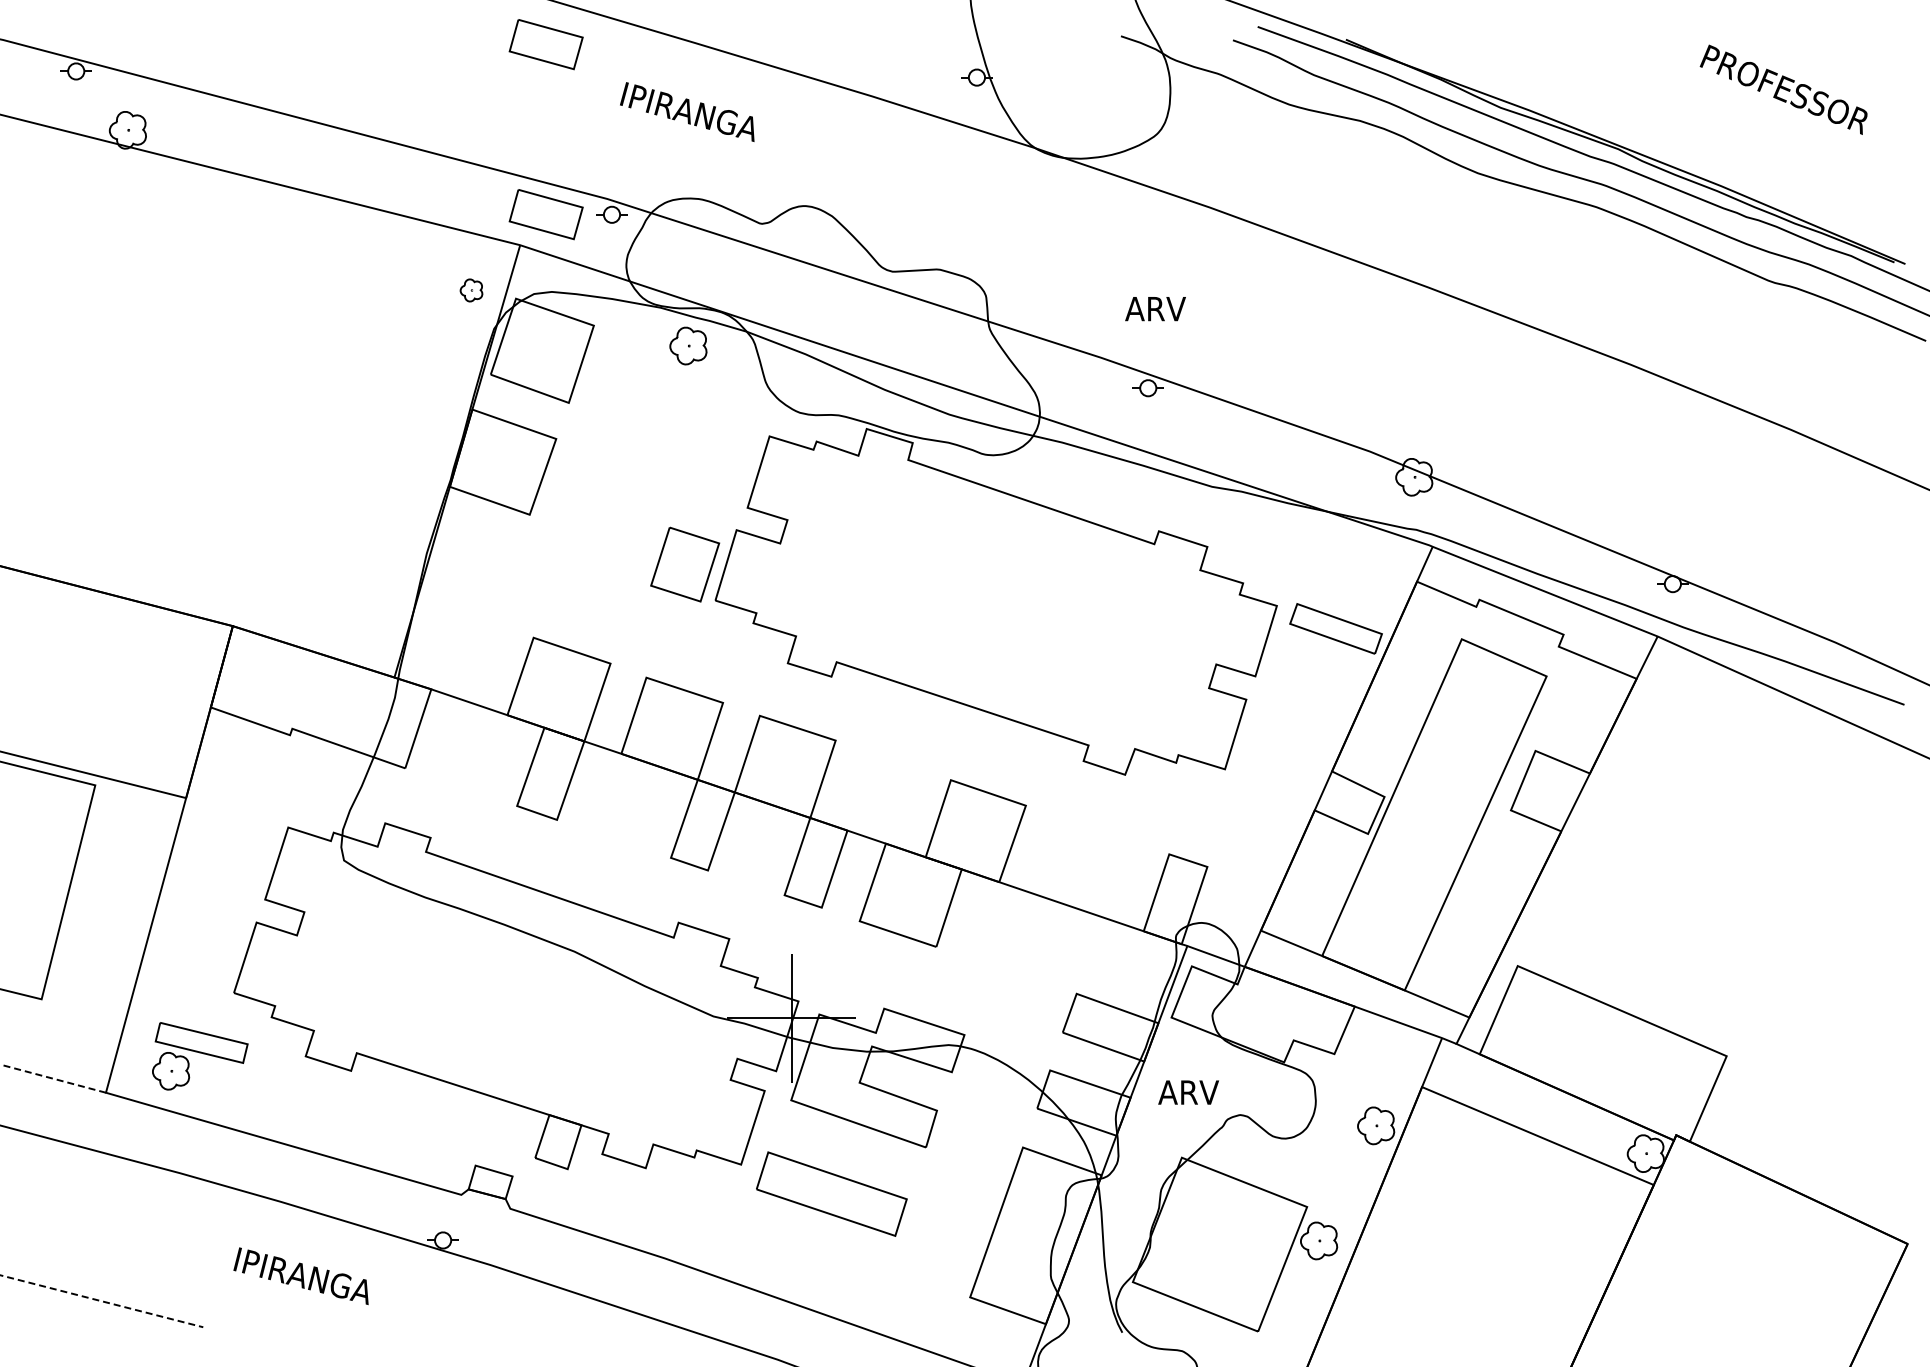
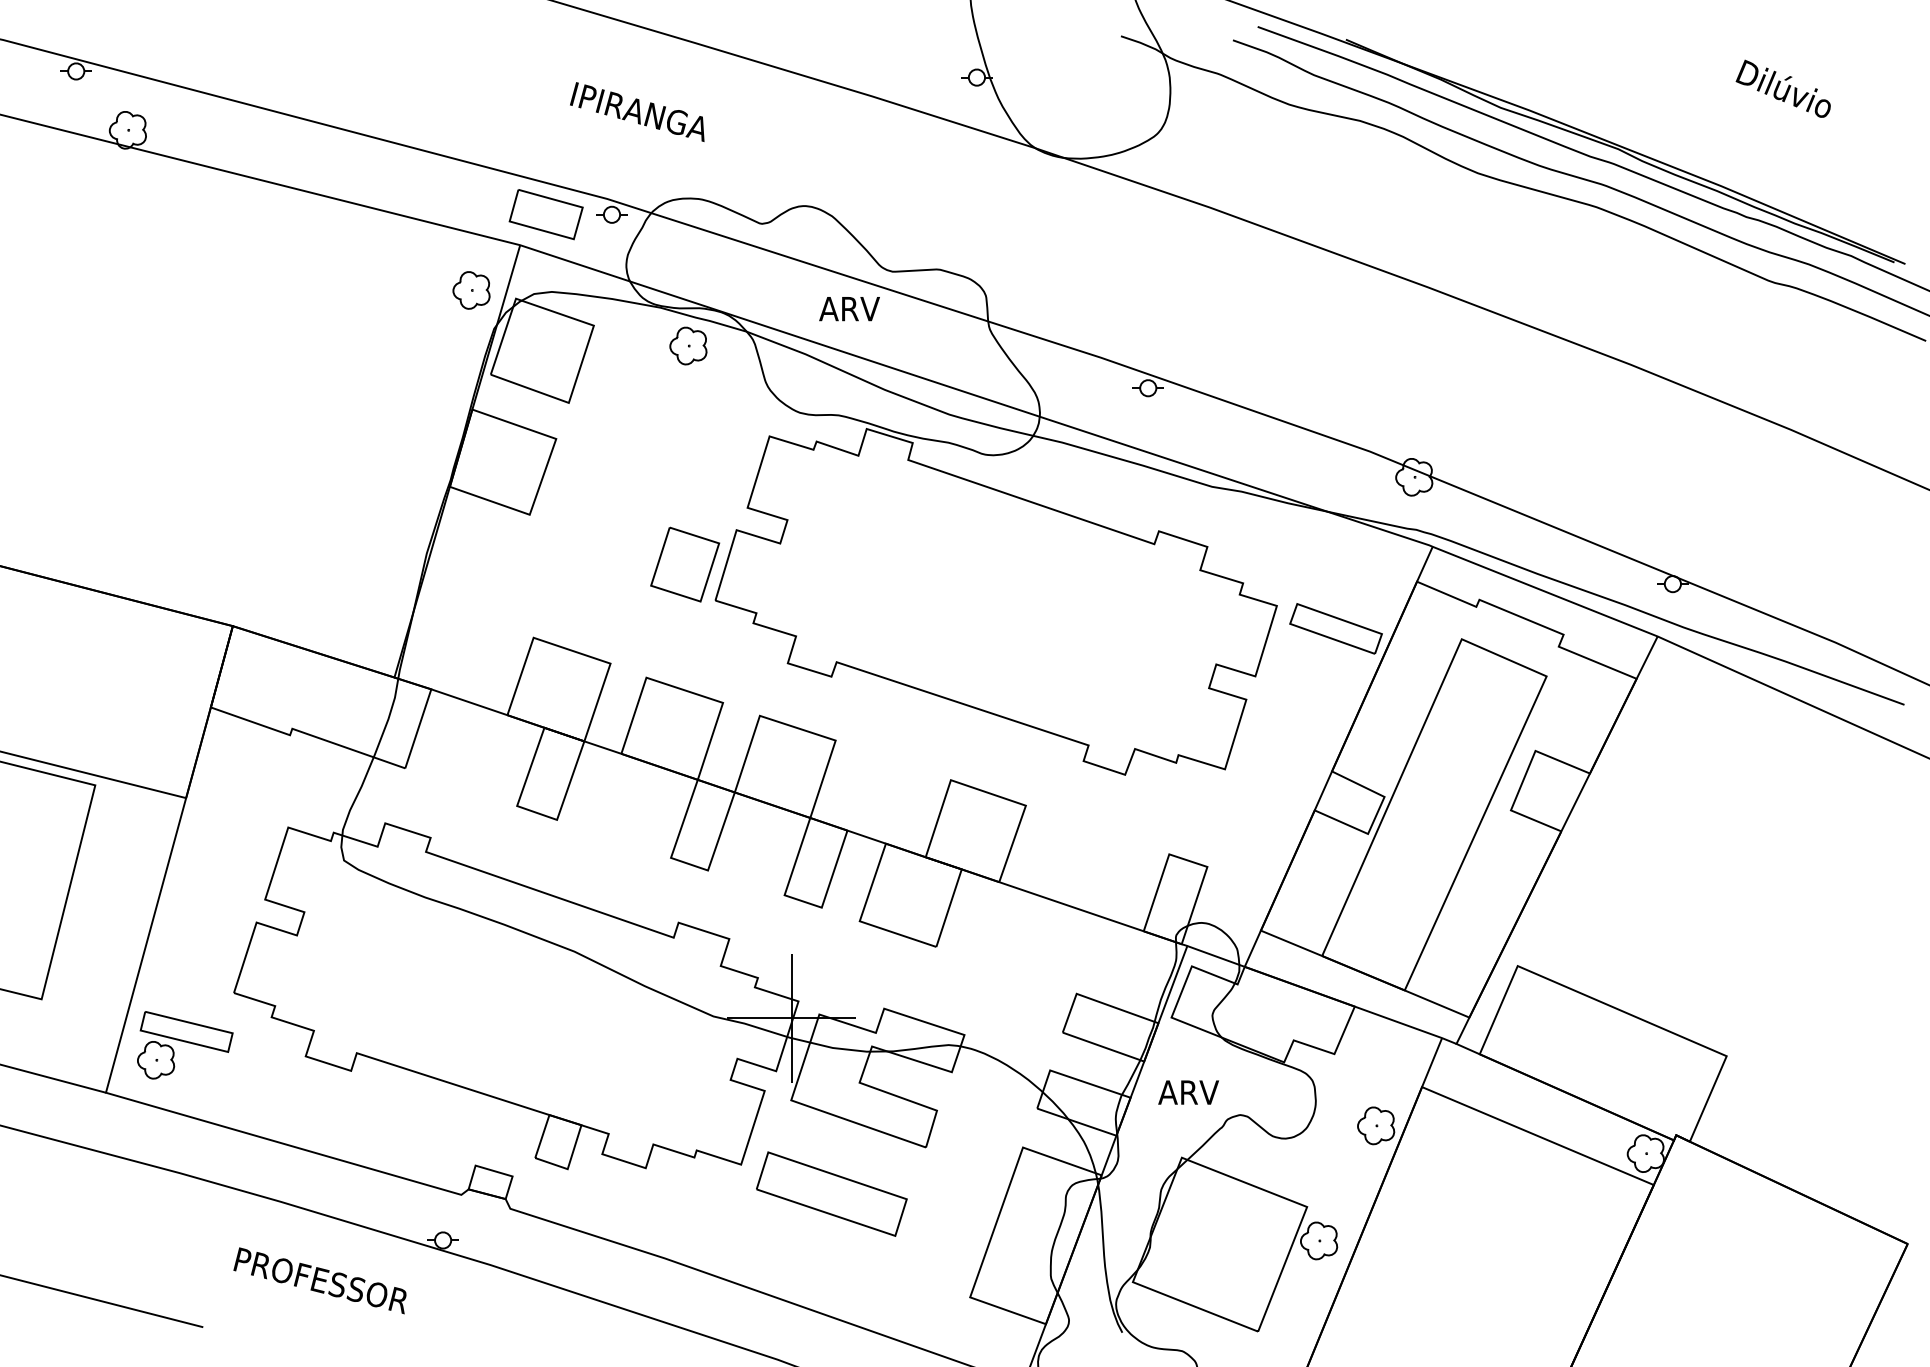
part at (545, 44): present -> none
text at (1783, 89): PROFESSOR -> Dilúvio
text at (687, 111) position: (687, 111) -> (637, 111)
part at (471, 290) size: 25x25 px -> 39x39 px
text at (1155, 309) position: (1155, 309) -> (849, 309)
part at (200, 1056) position: (200, 1056) -> (185, 1045)
line at (52, 1078): dashed -> solid
text at (322, 1281): IPIRANGA -> PROFESSOR
line at (101, 1301): dashed -> solid
